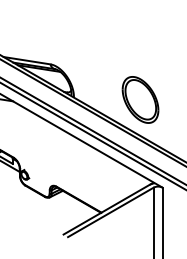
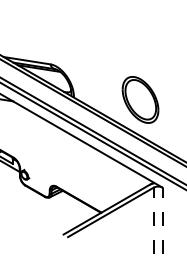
line at (153, 222): solid -> dashed
line at (162, 222): solid -> dashed
